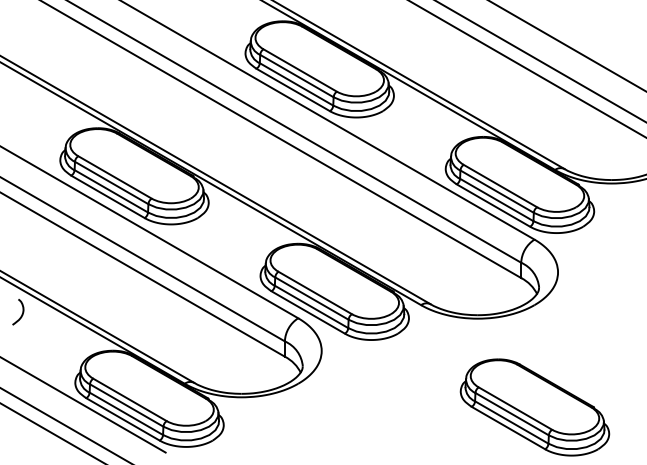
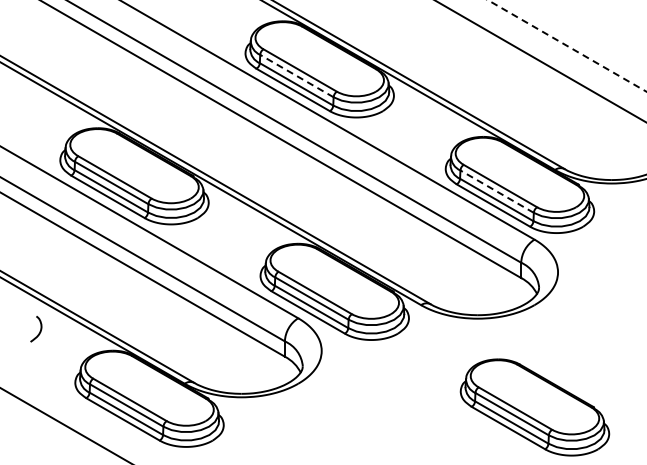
line at (567, 46): solid -> dashed
line at (527, 69): present -> none
line at (296, 75): solid -> dashed
line at (496, 191): solid -> dashed
curve at (21, 314) position: (21, 314) -> (39, 331)
line at (83, 405): present -> none
line at (52, 432): present -> none
